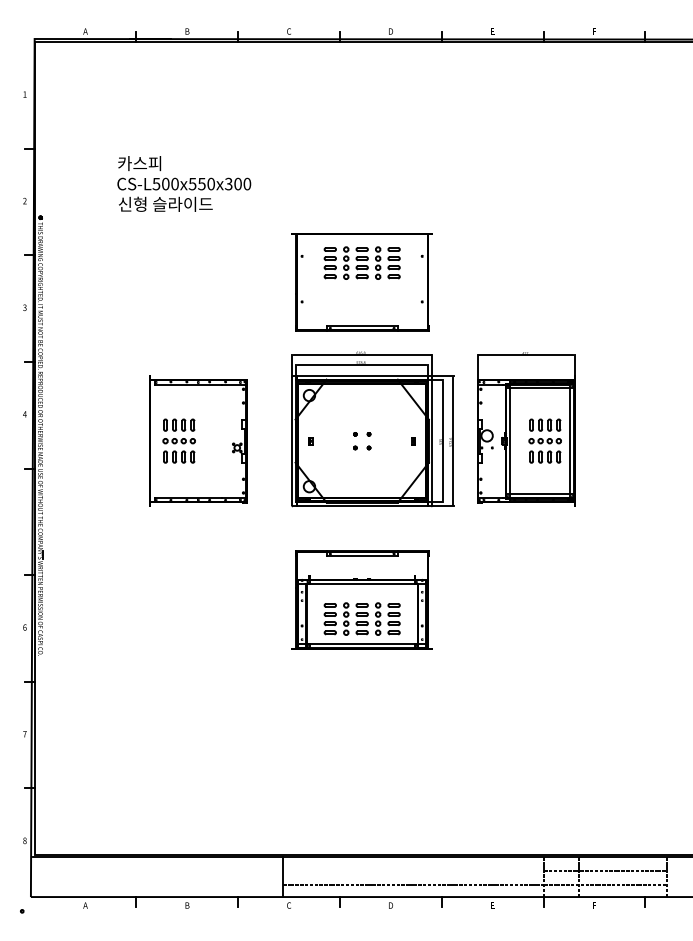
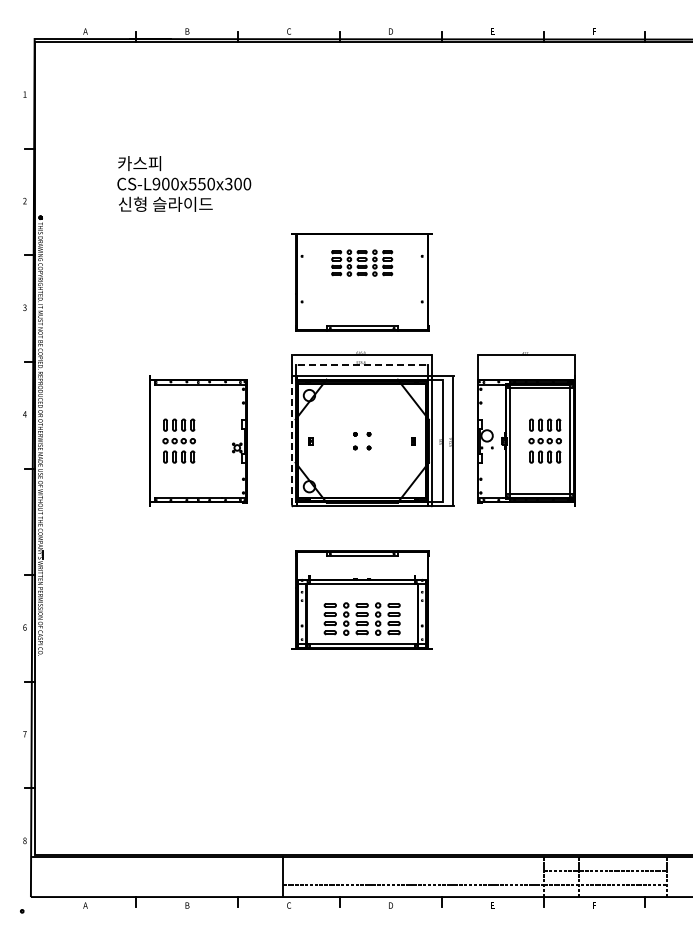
text at (156, 183): CS-L500x550x300 -> CS-L900x550x300
part at (361, 262) size: 78x34 px -> 63x28 px
line at (362, 365): solid -> dashed
line at (291, 441): solid -> dashed
